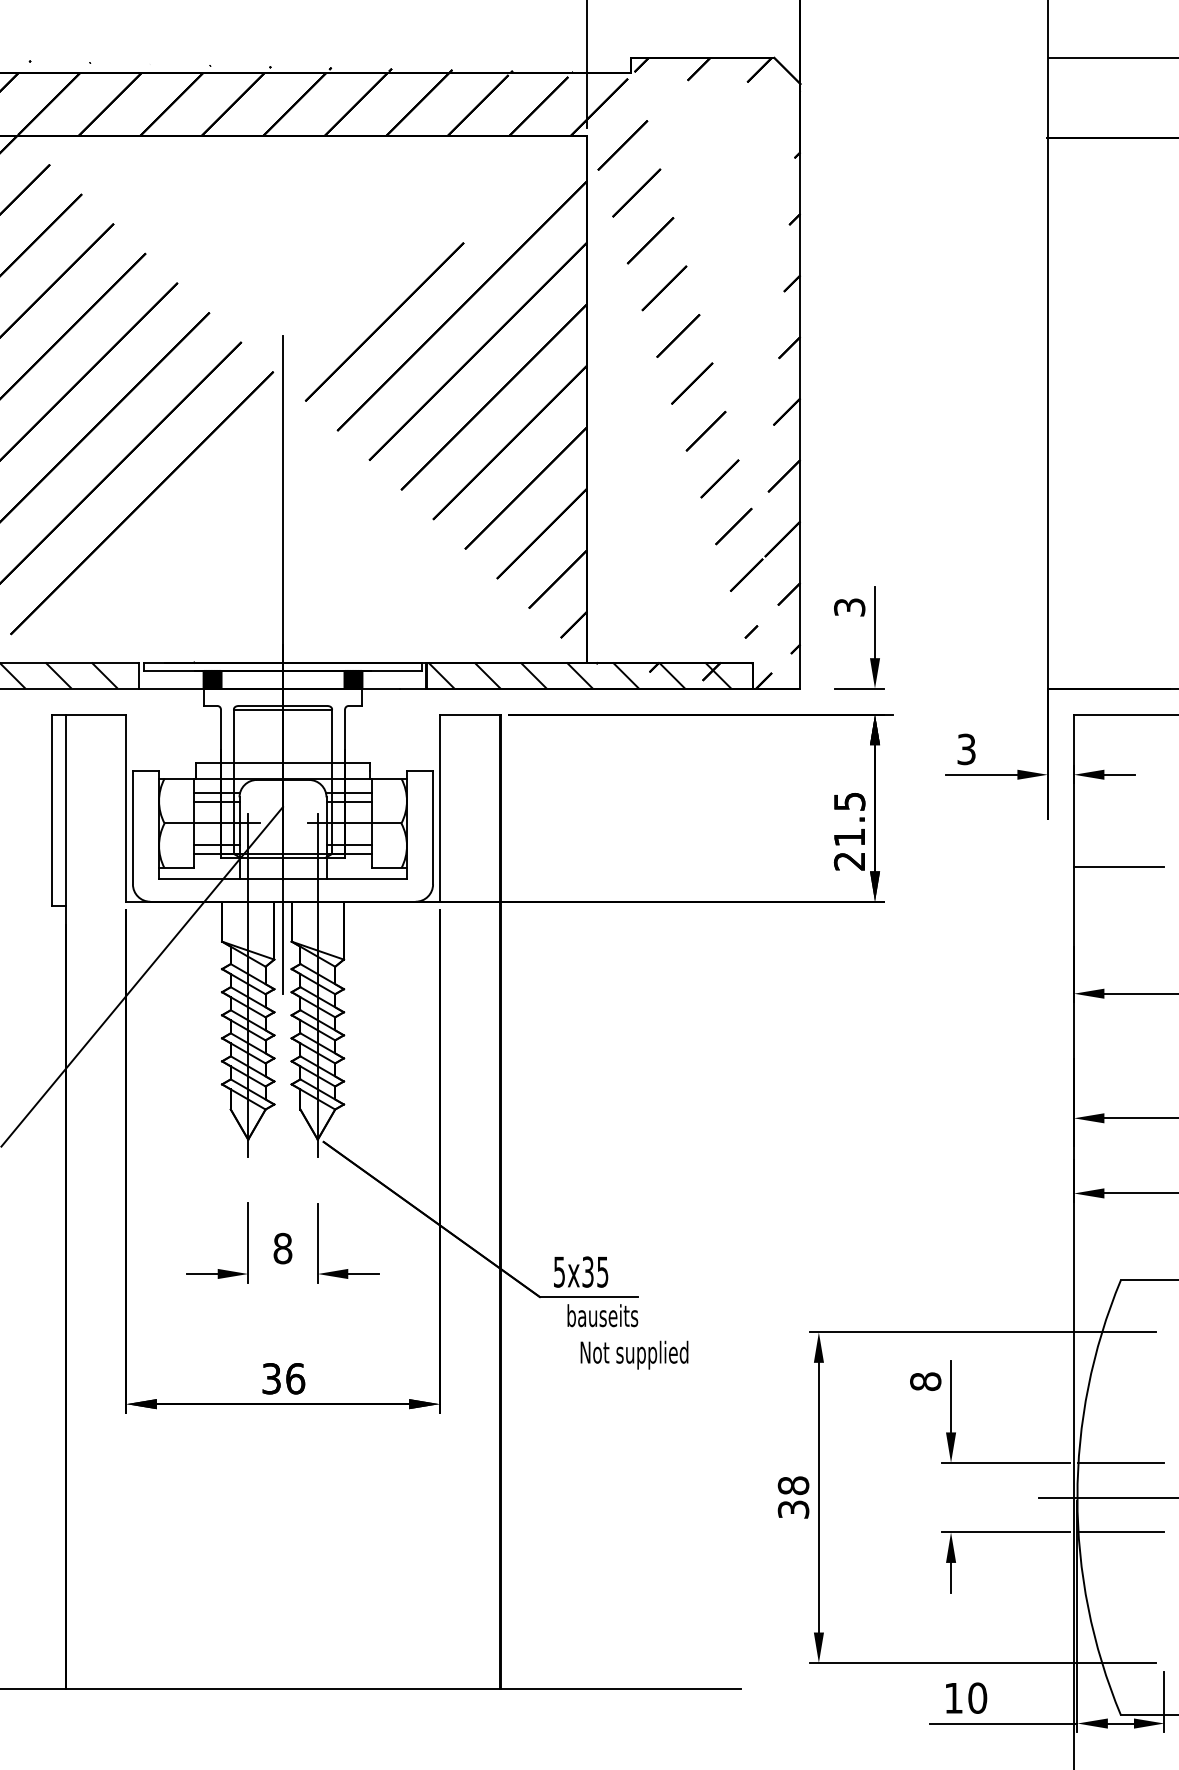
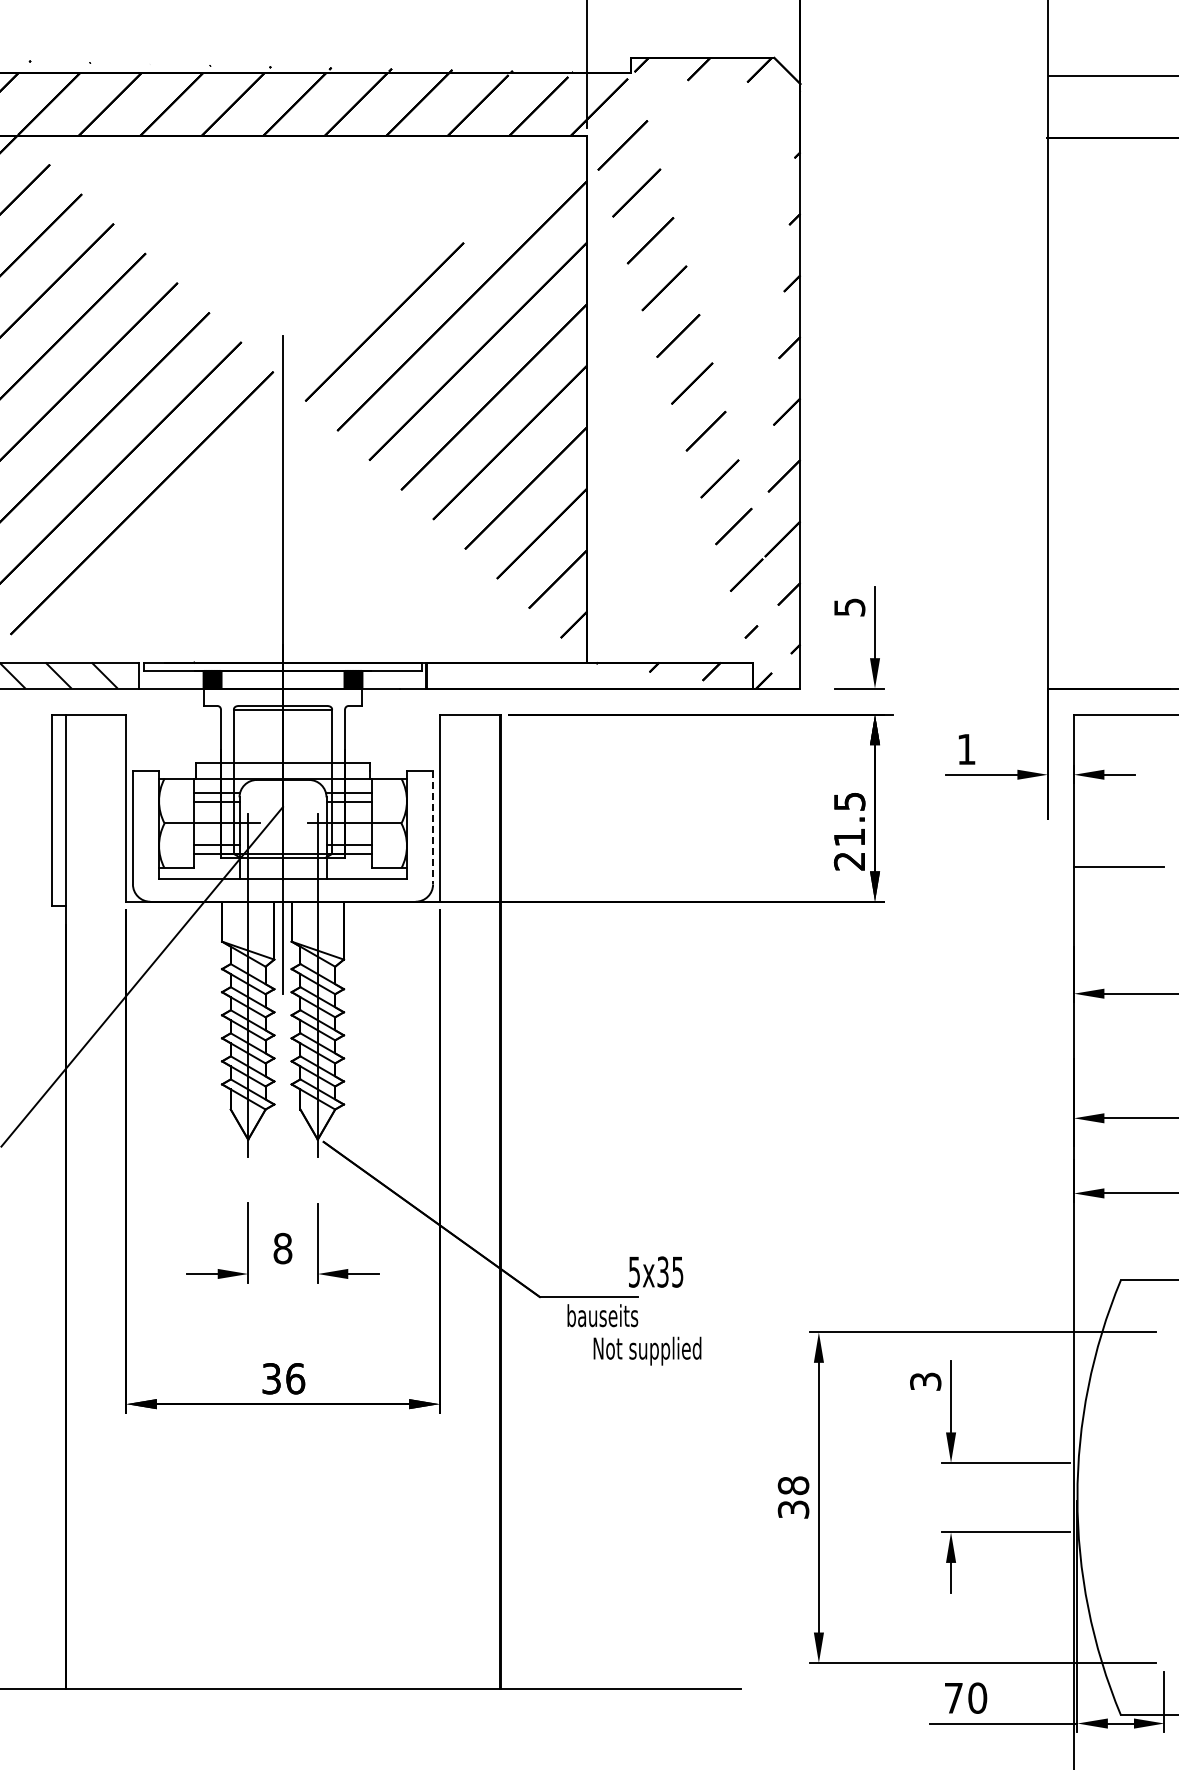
line at (1111, 57) position: (1111, 57) -> (1111, 75)
text at (849, 606): 3 -> 5
hatch at (590, 675): present -> none
text at (966, 749): 3 -> 1
line at (433, 827): solid -> dashed
text at (581, 1271) position: (581, 1271) -> (656, 1271)
text at (634, 1354) position: (634, 1354) -> (647, 1350)
text at (925, 1381): 8 -> 3
line at (1121, 1462): present -> none
line at (1107, 1497): present -> none
line at (1121, 1532): present -> none
text at (953, 1698): 10 -> 70
